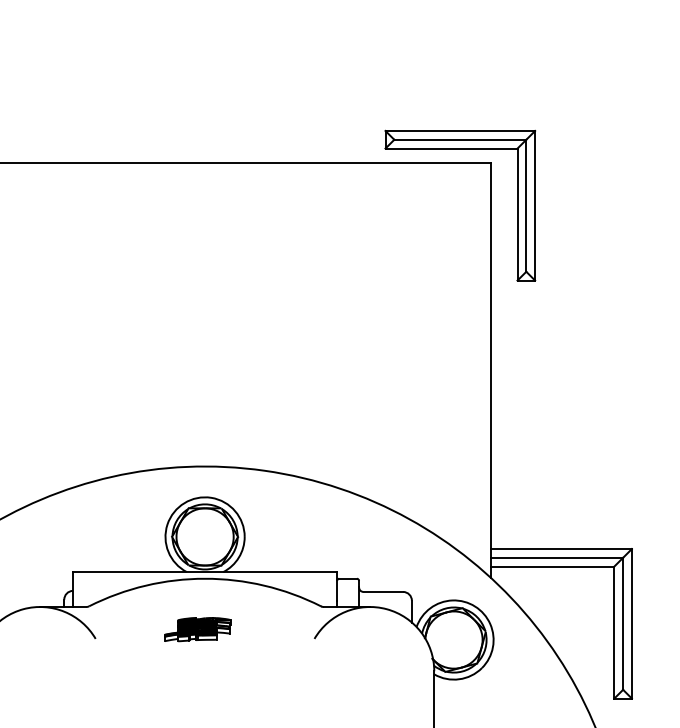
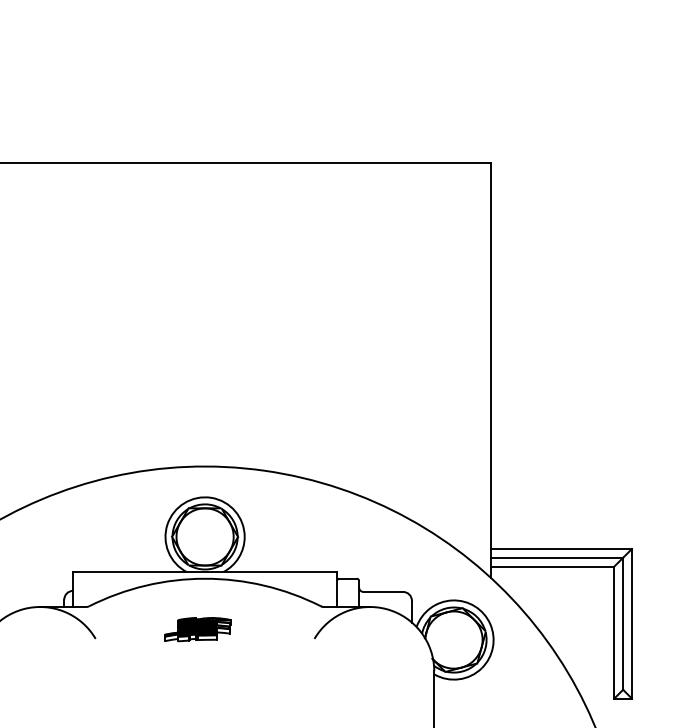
part at (460, 149): present -> none
